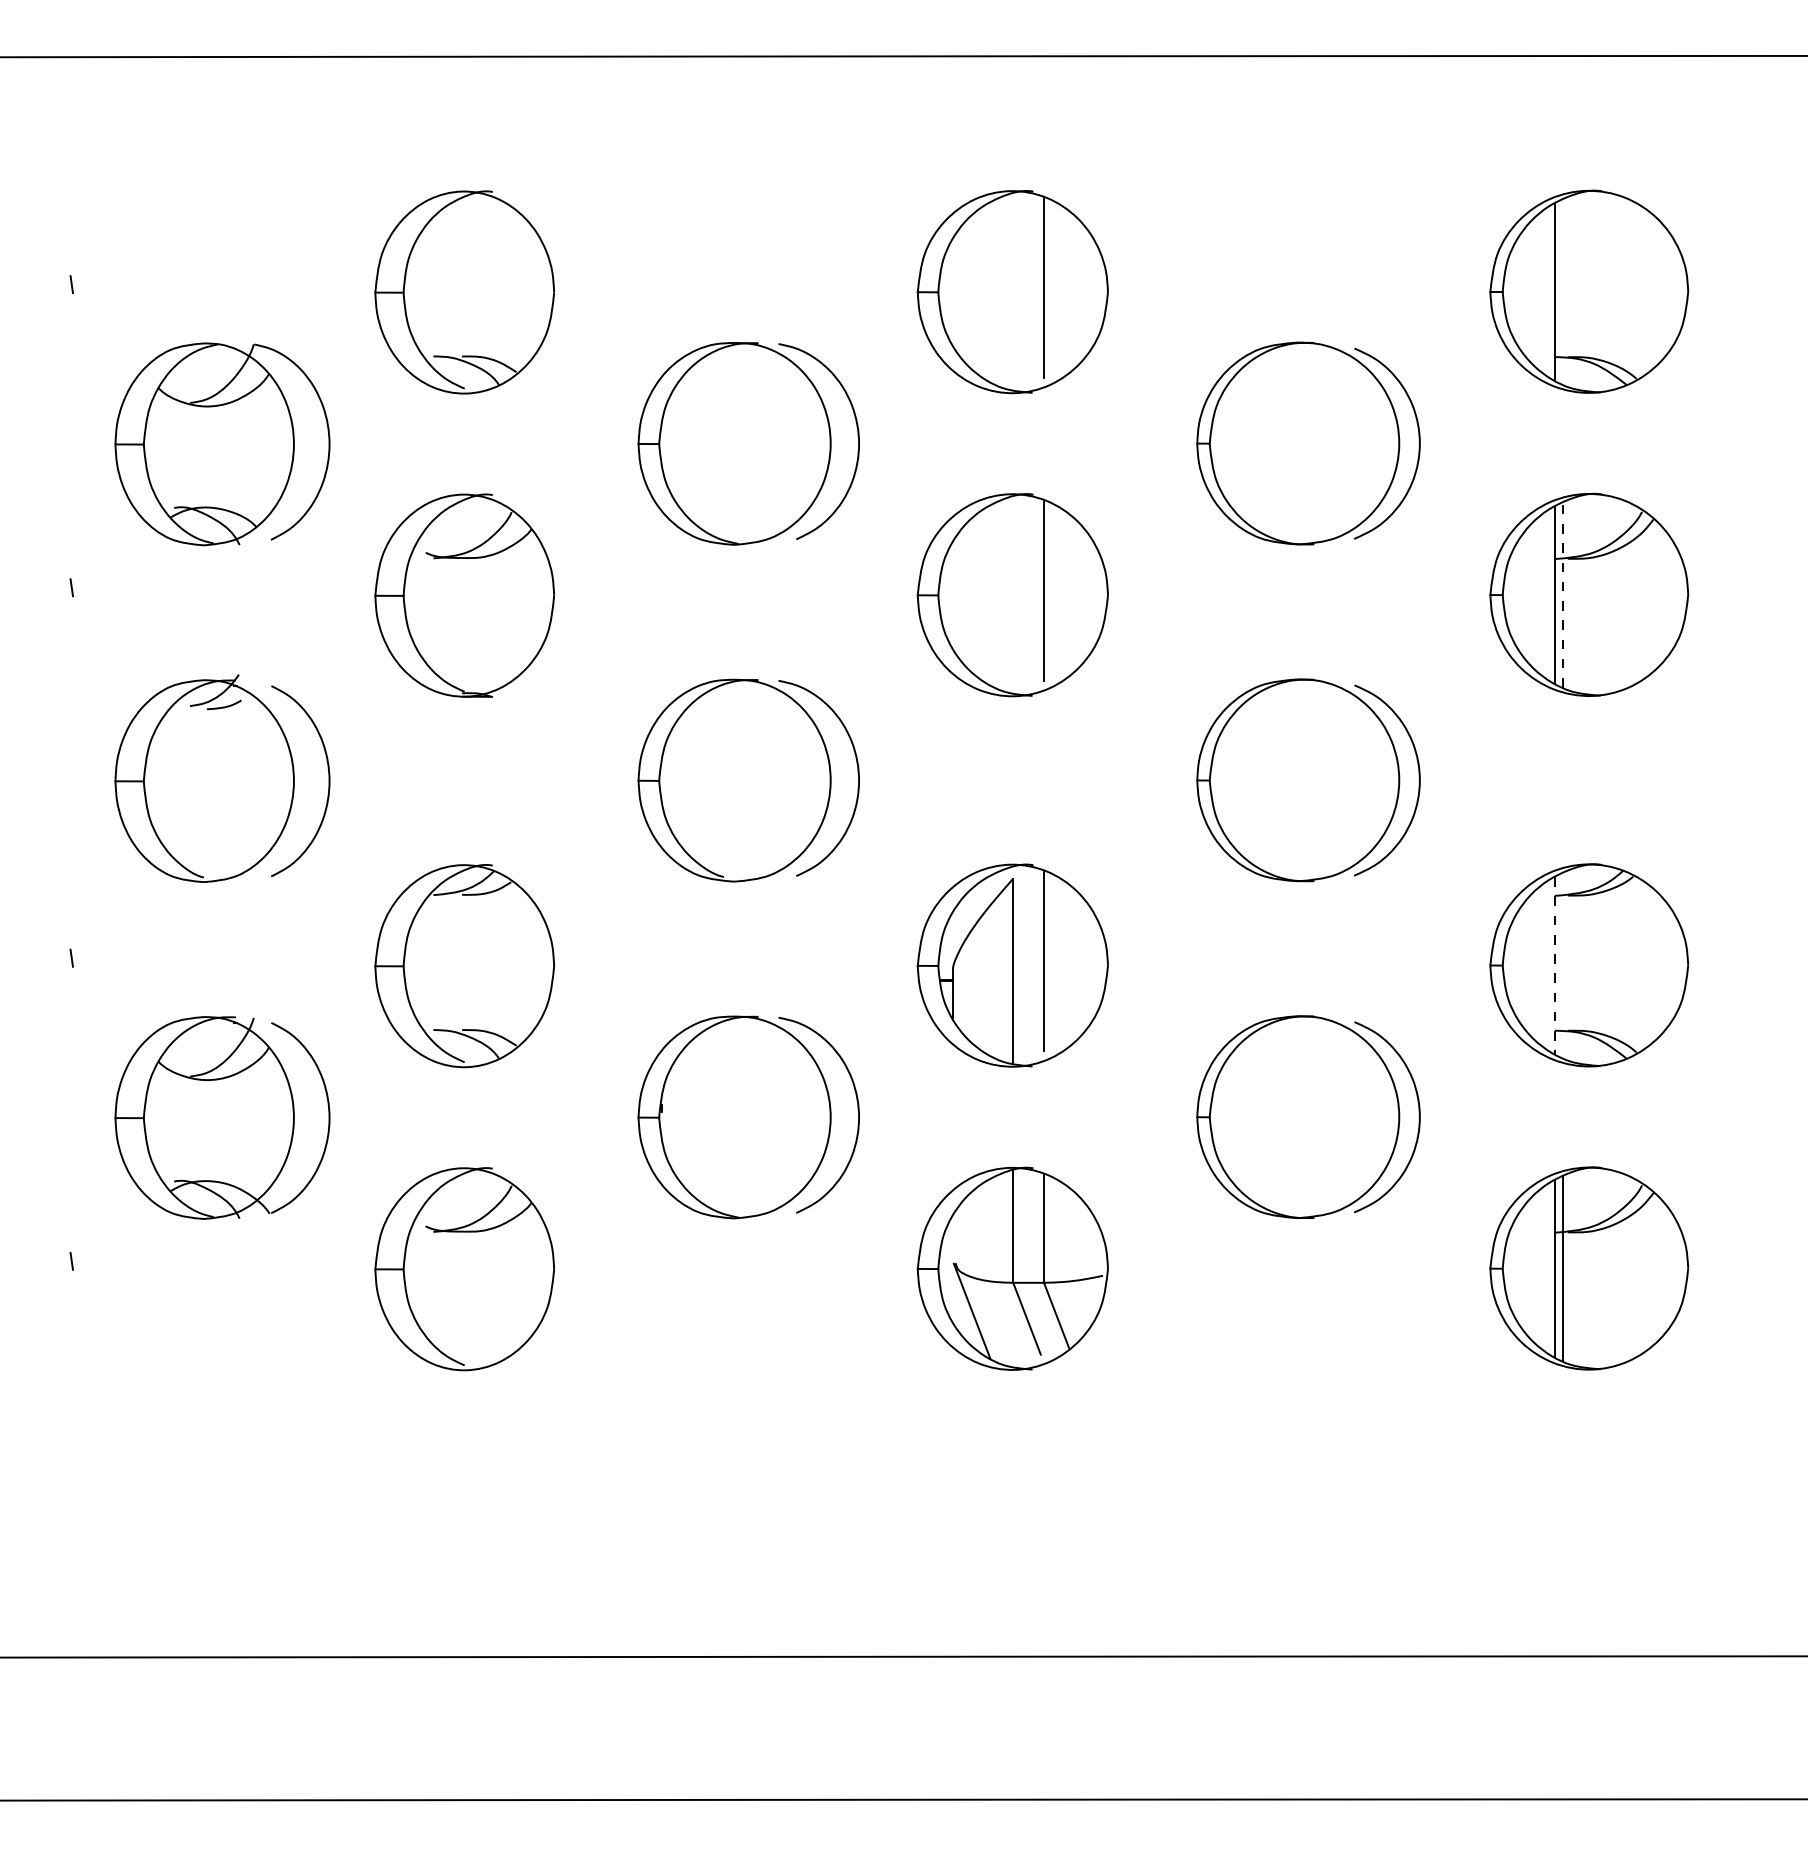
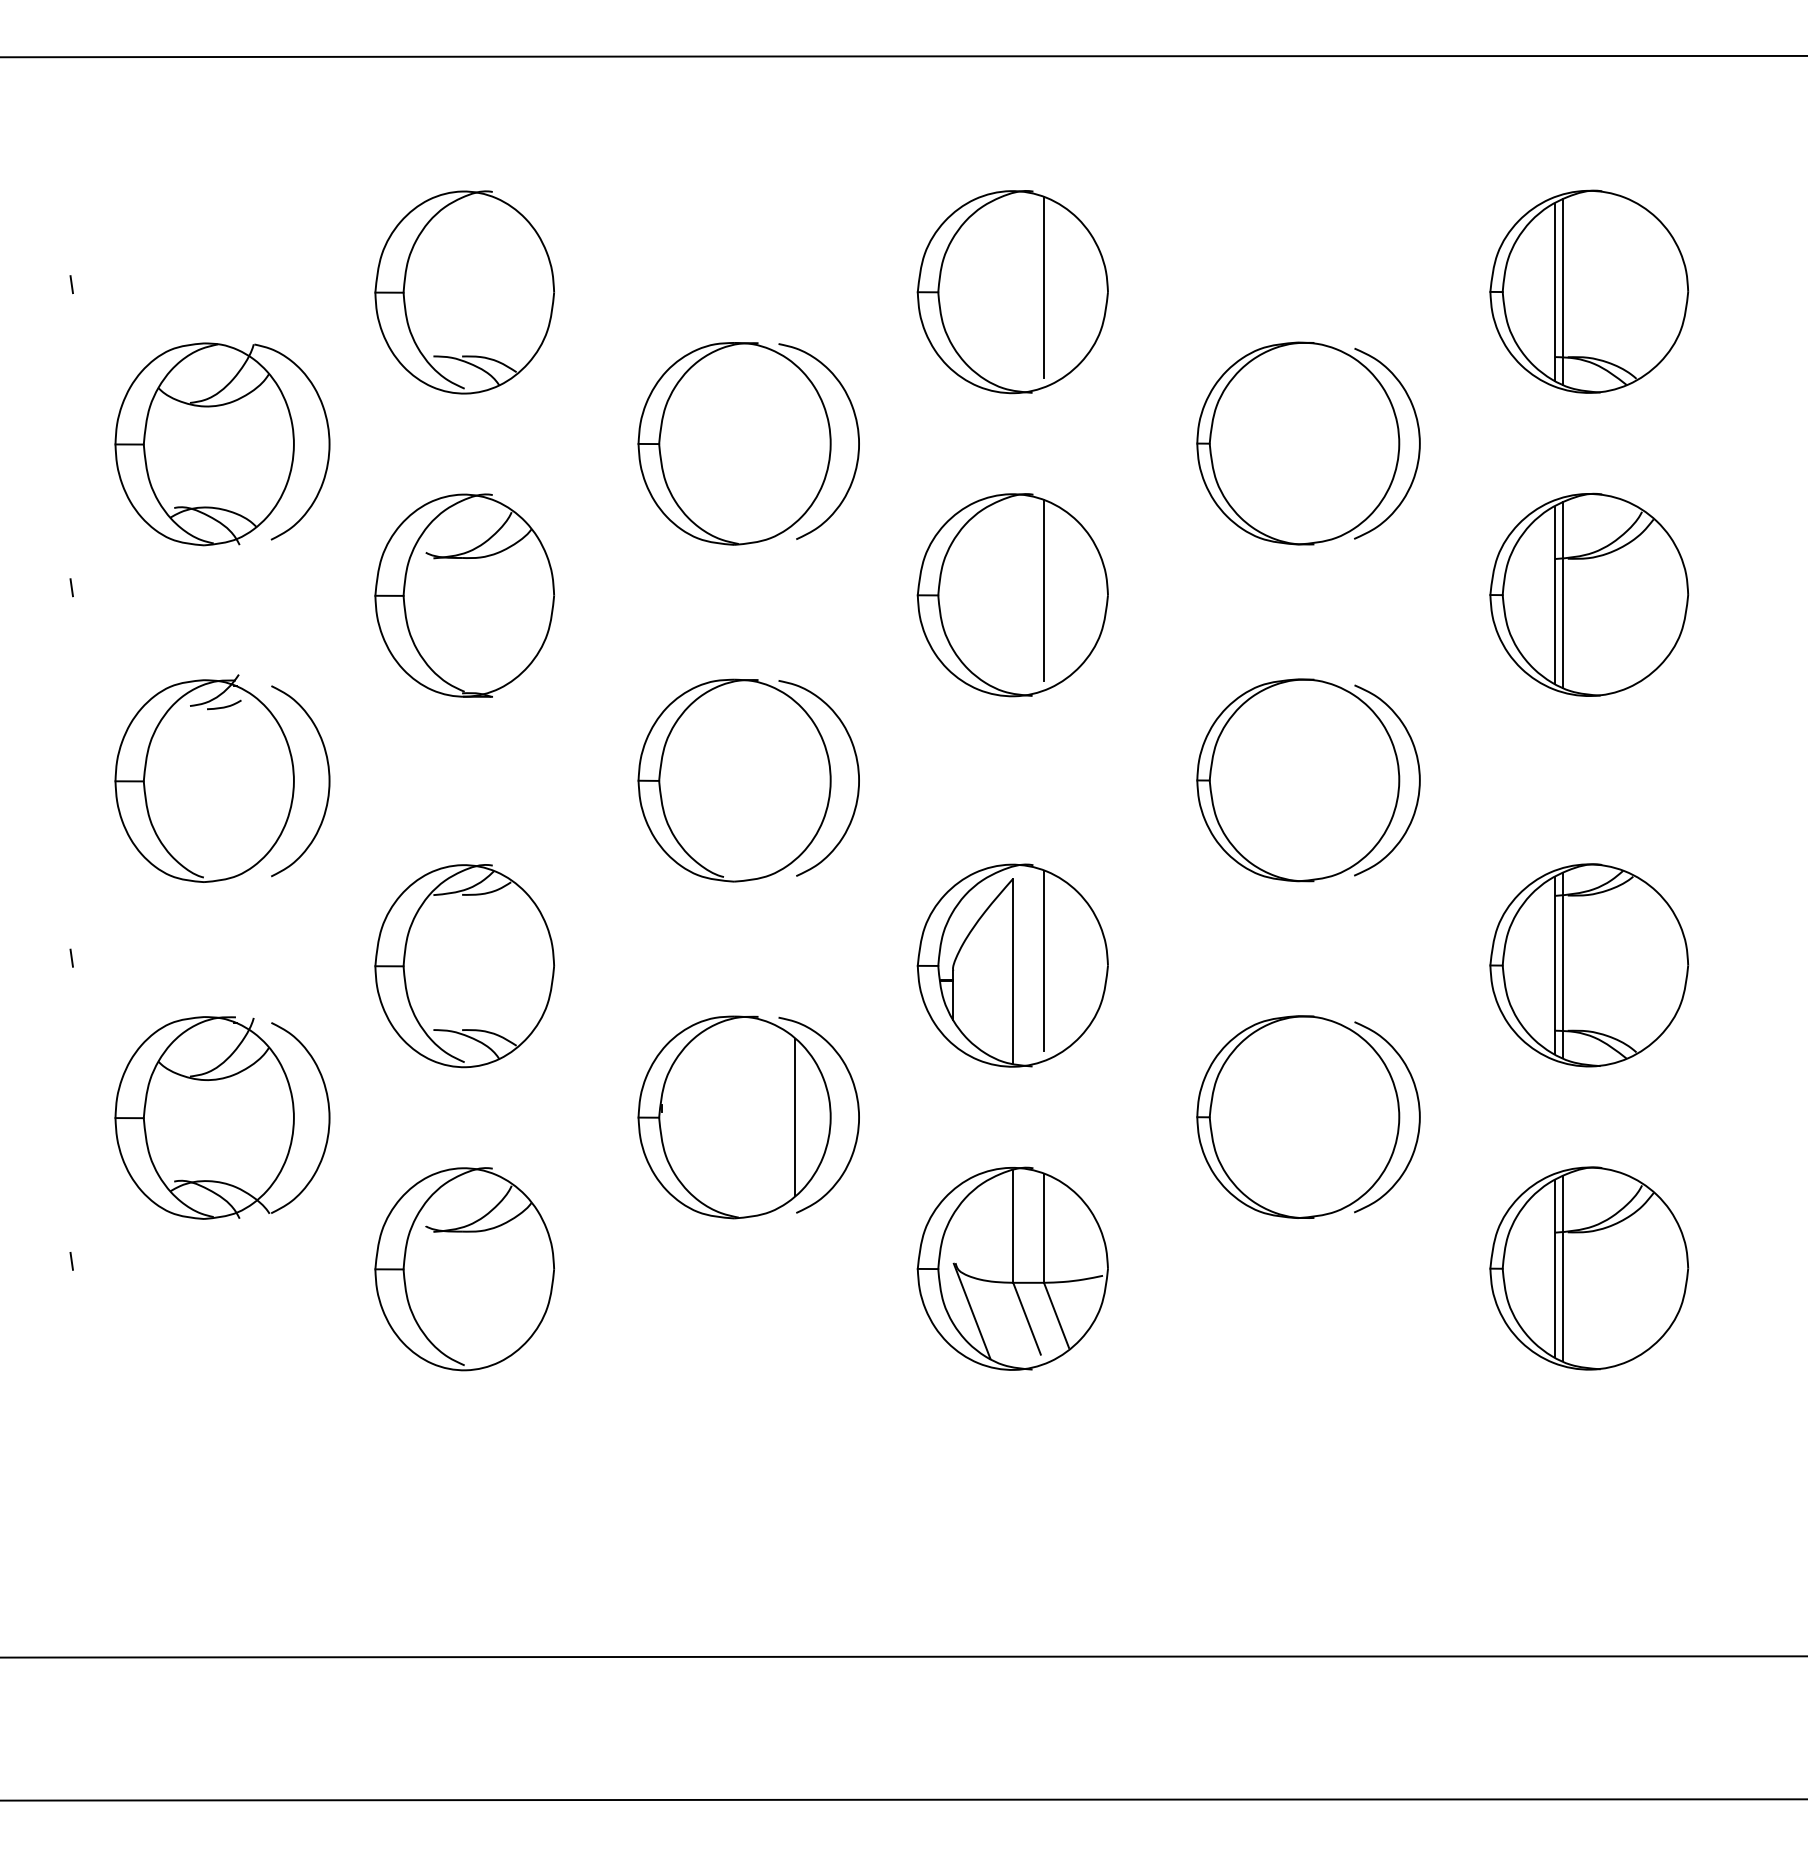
line at (1563, 291): none -> present
line at (1563, 595): dashed -> solid
line at (1554, 965): dashed -> solid
line at (1563, 965): none -> present
line at (795, 1117): none -> present
